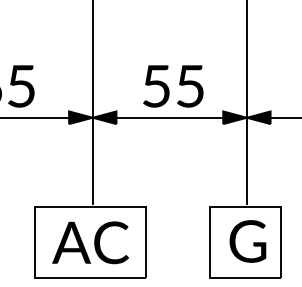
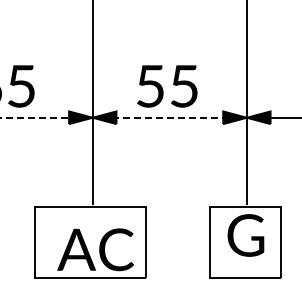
text at (173, 86) position: (173, 86) -> (167, 86)
line at (37, 117): solid -> dashed
line at (169, 117): solid -> dashed
text at (247, 241) position: (247, 241) -> (245, 235)
text at (90, 242) position: (90, 242) -> (95, 249)
